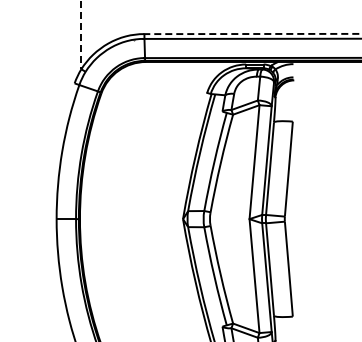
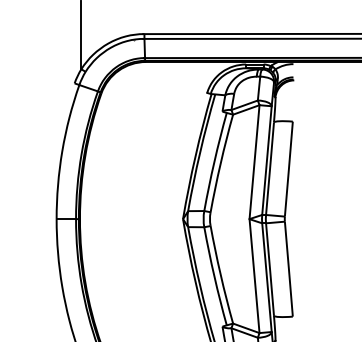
line at (252, 34): dashed -> solid
line at (81, 35): dashed -> solid
